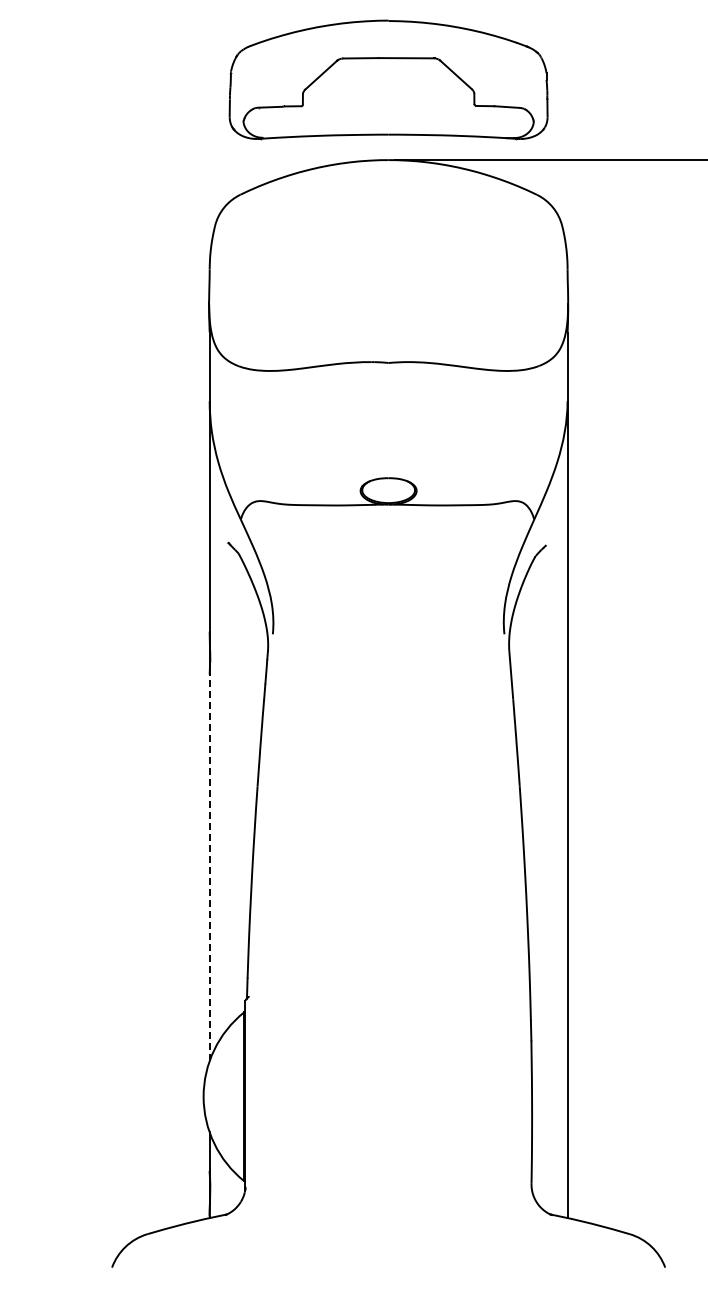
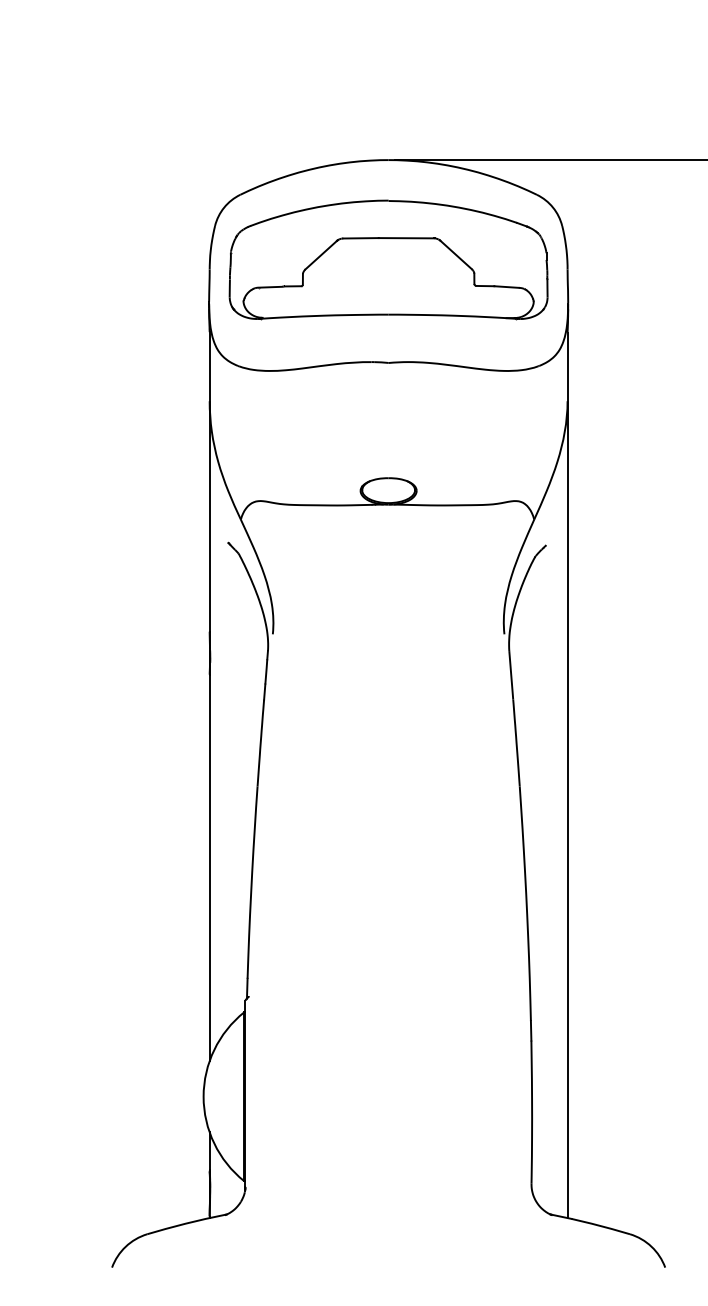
part at (388, 79) position: (388, 79) -> (388, 259)
line at (209, 867): dashed -> solid
